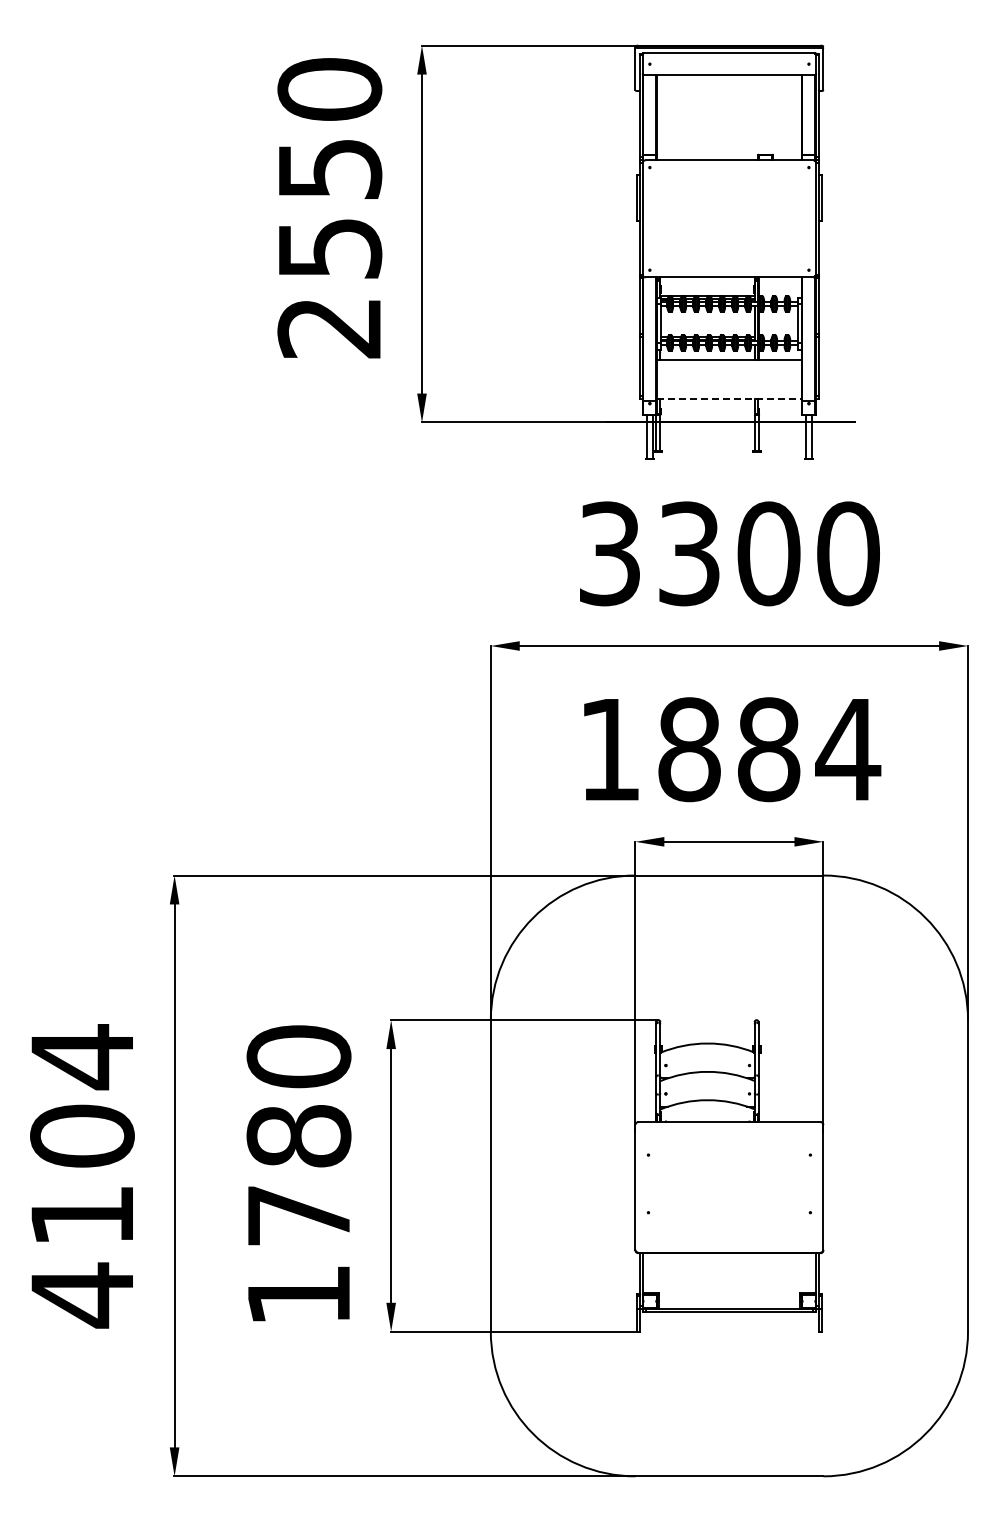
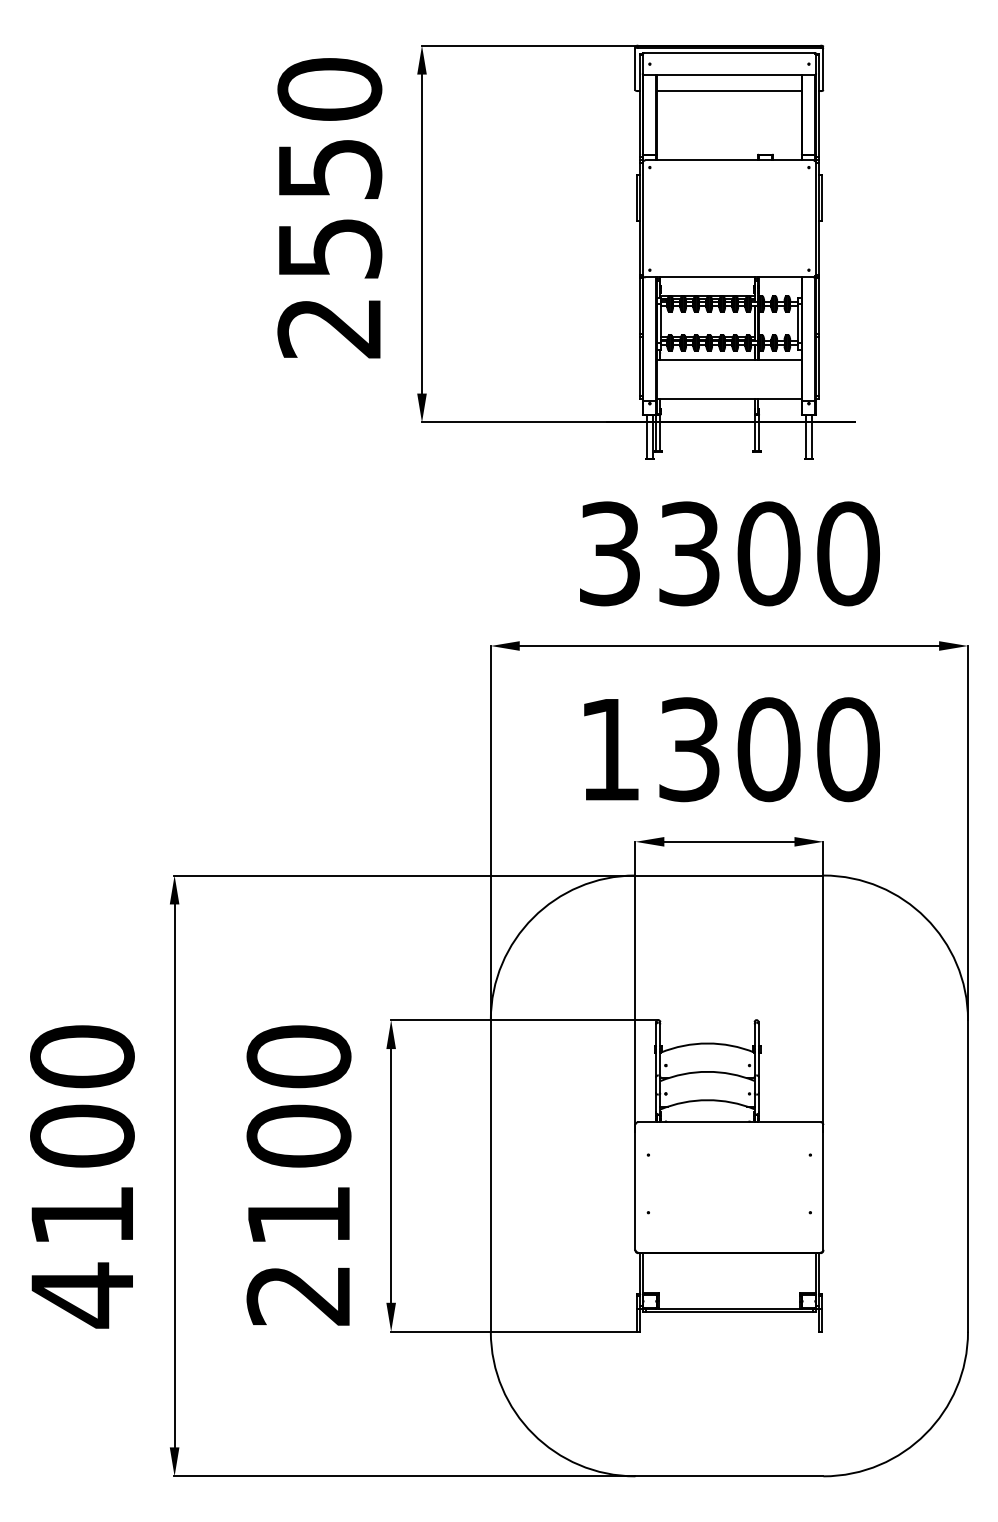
line at (729, 91): none -> present
line at (729, 398): dashed -> solid
text at (769, 749): 1884 -> 1300
text at (82, 1057): 4104 -> 4100
text at (298, 1214): 1780 -> 2100
